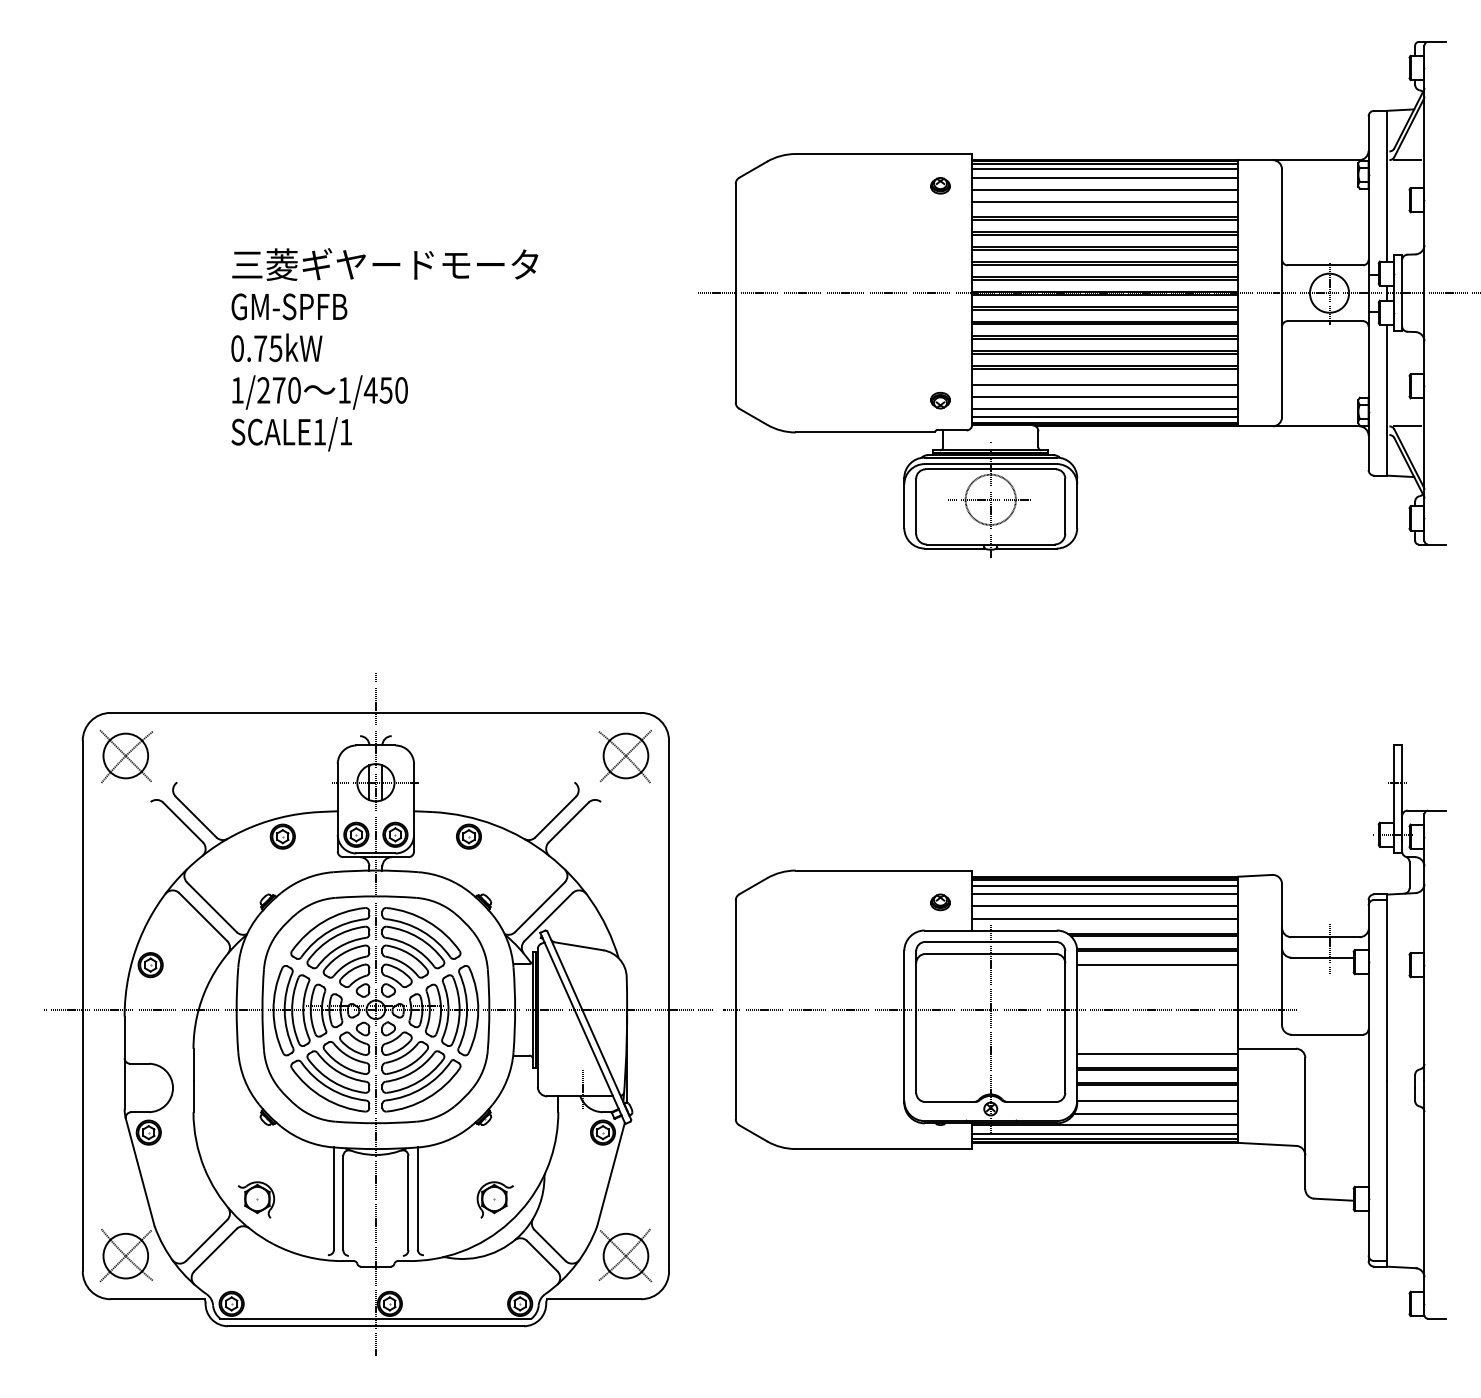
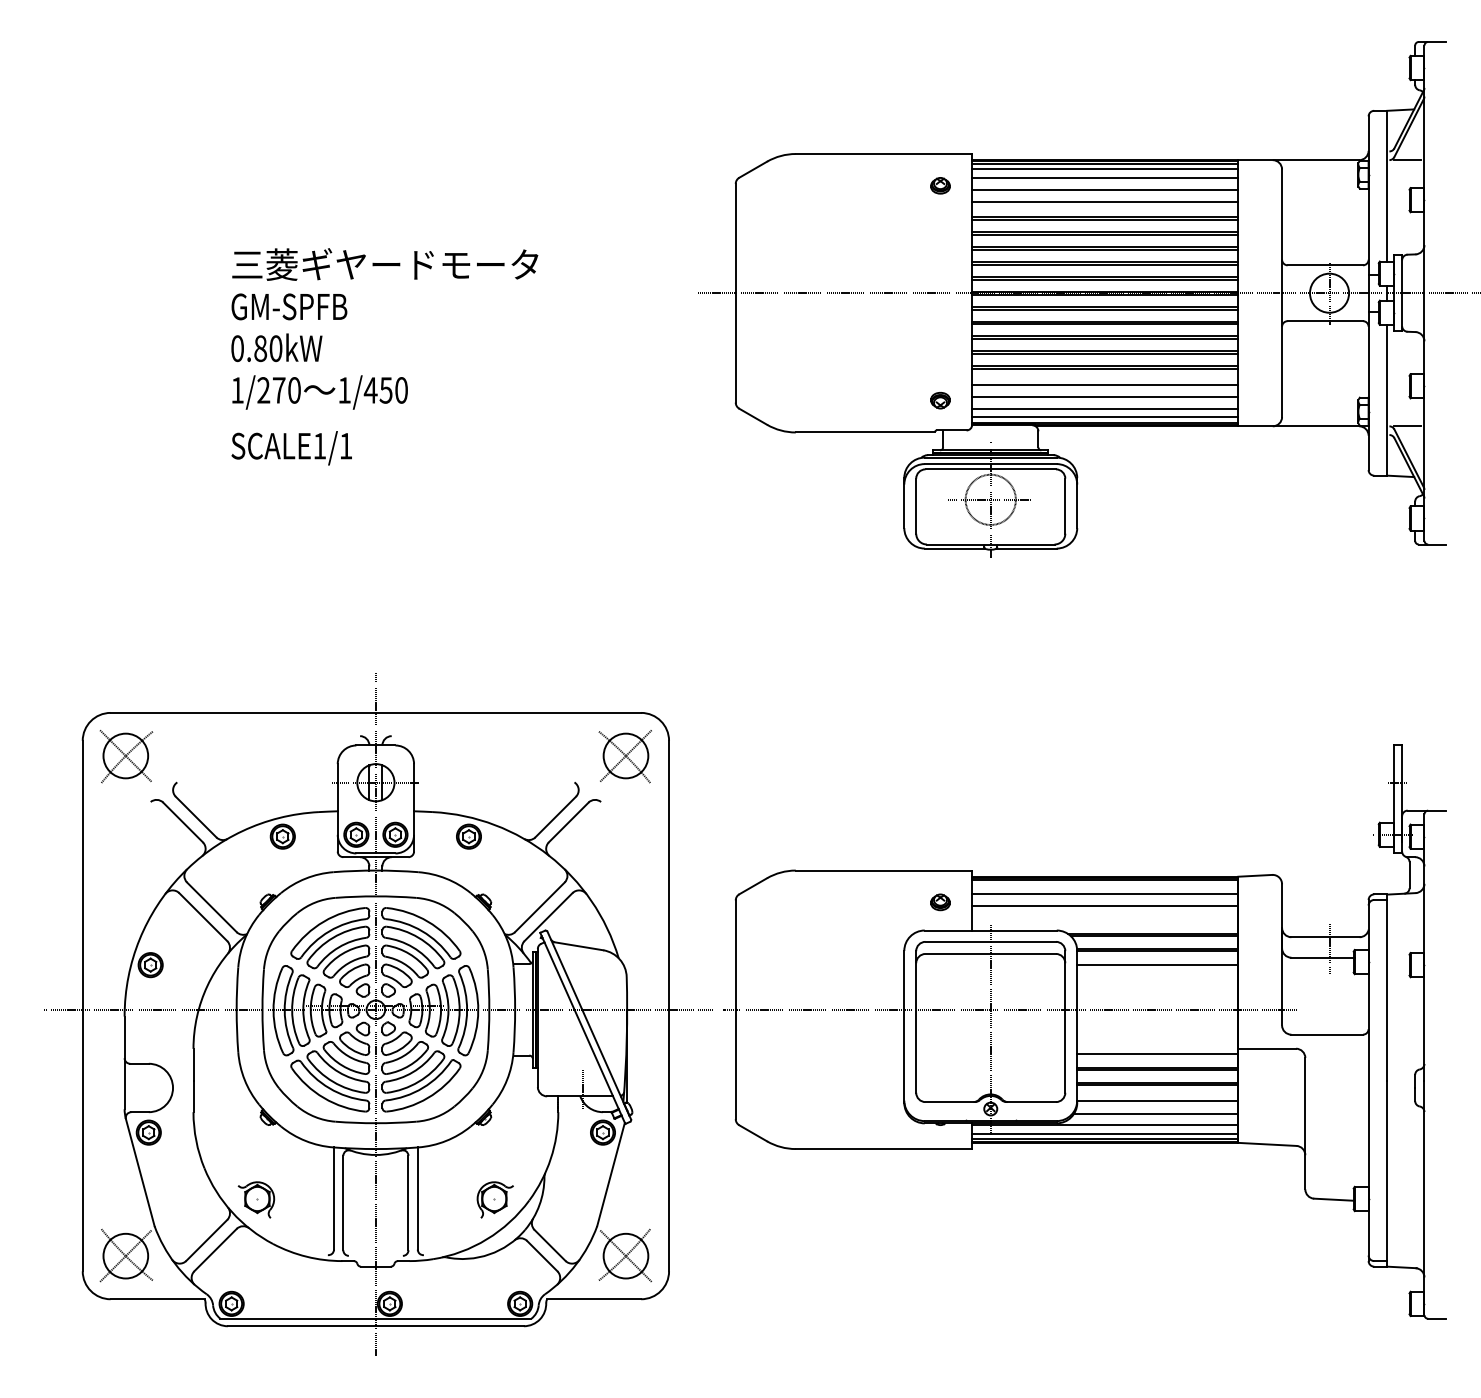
text at (268, 348): 0.75kW -> 0.80kW
text at (291, 434) position: (291, 434) -> (291, 448)
line at (1105, 886): present -> none
line at (1105, 918): present -> none
